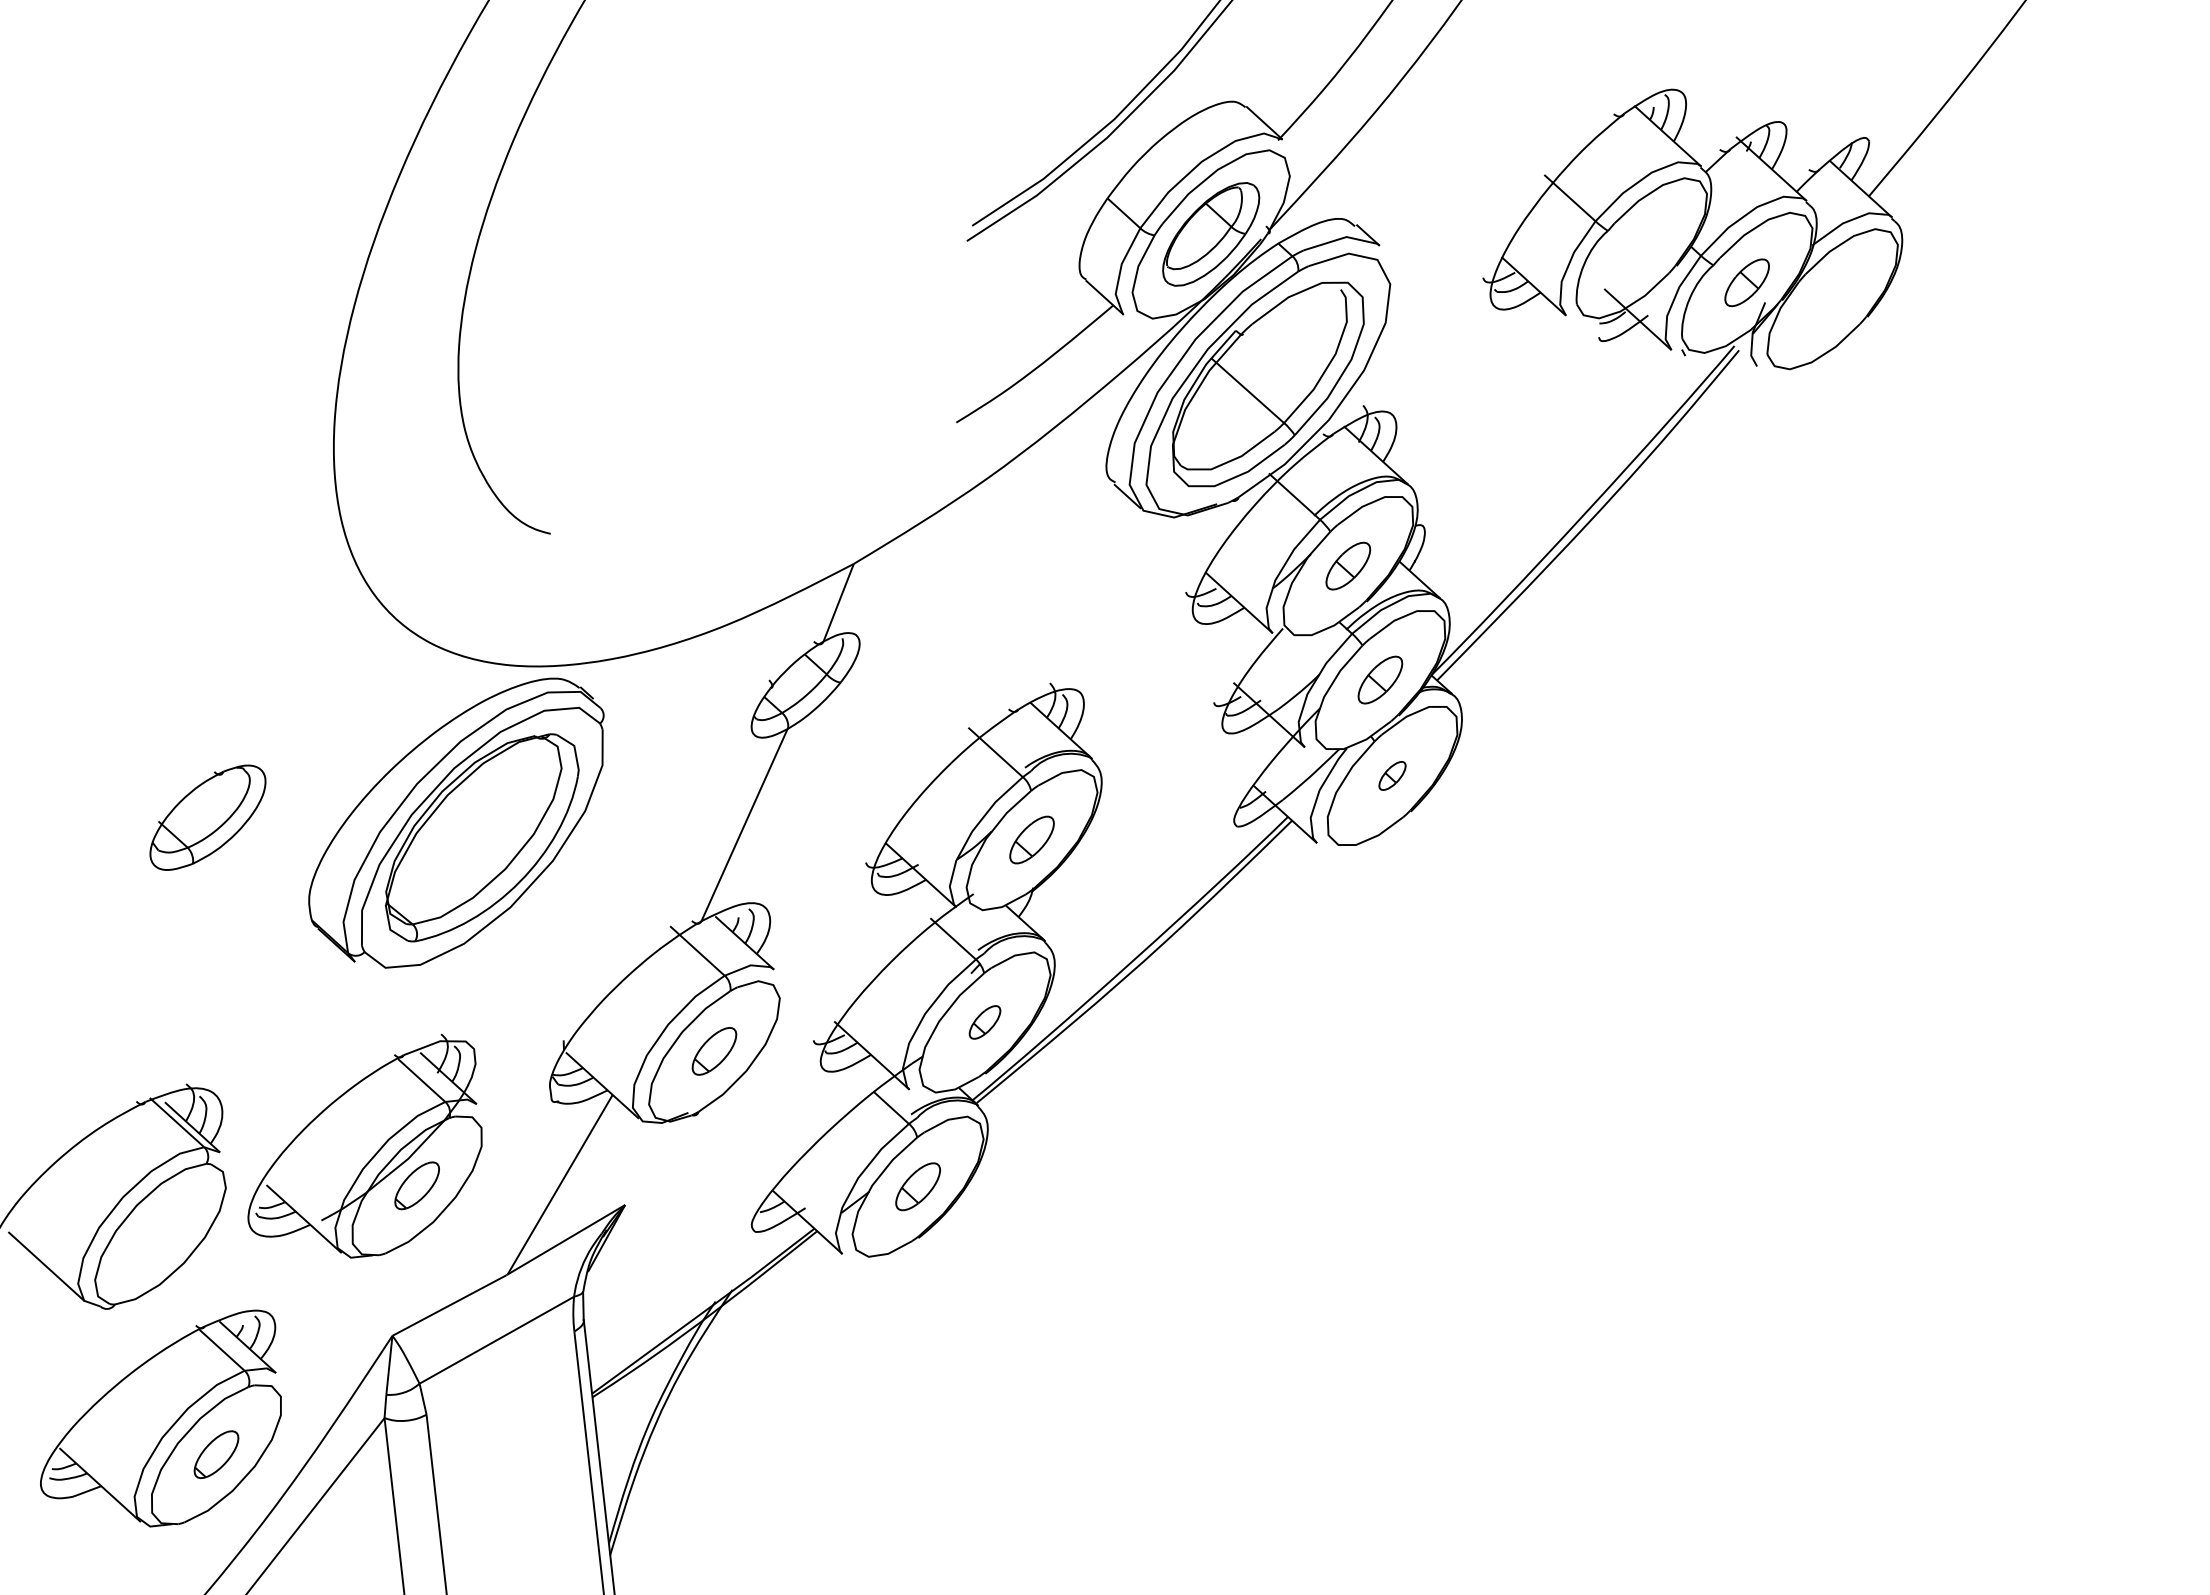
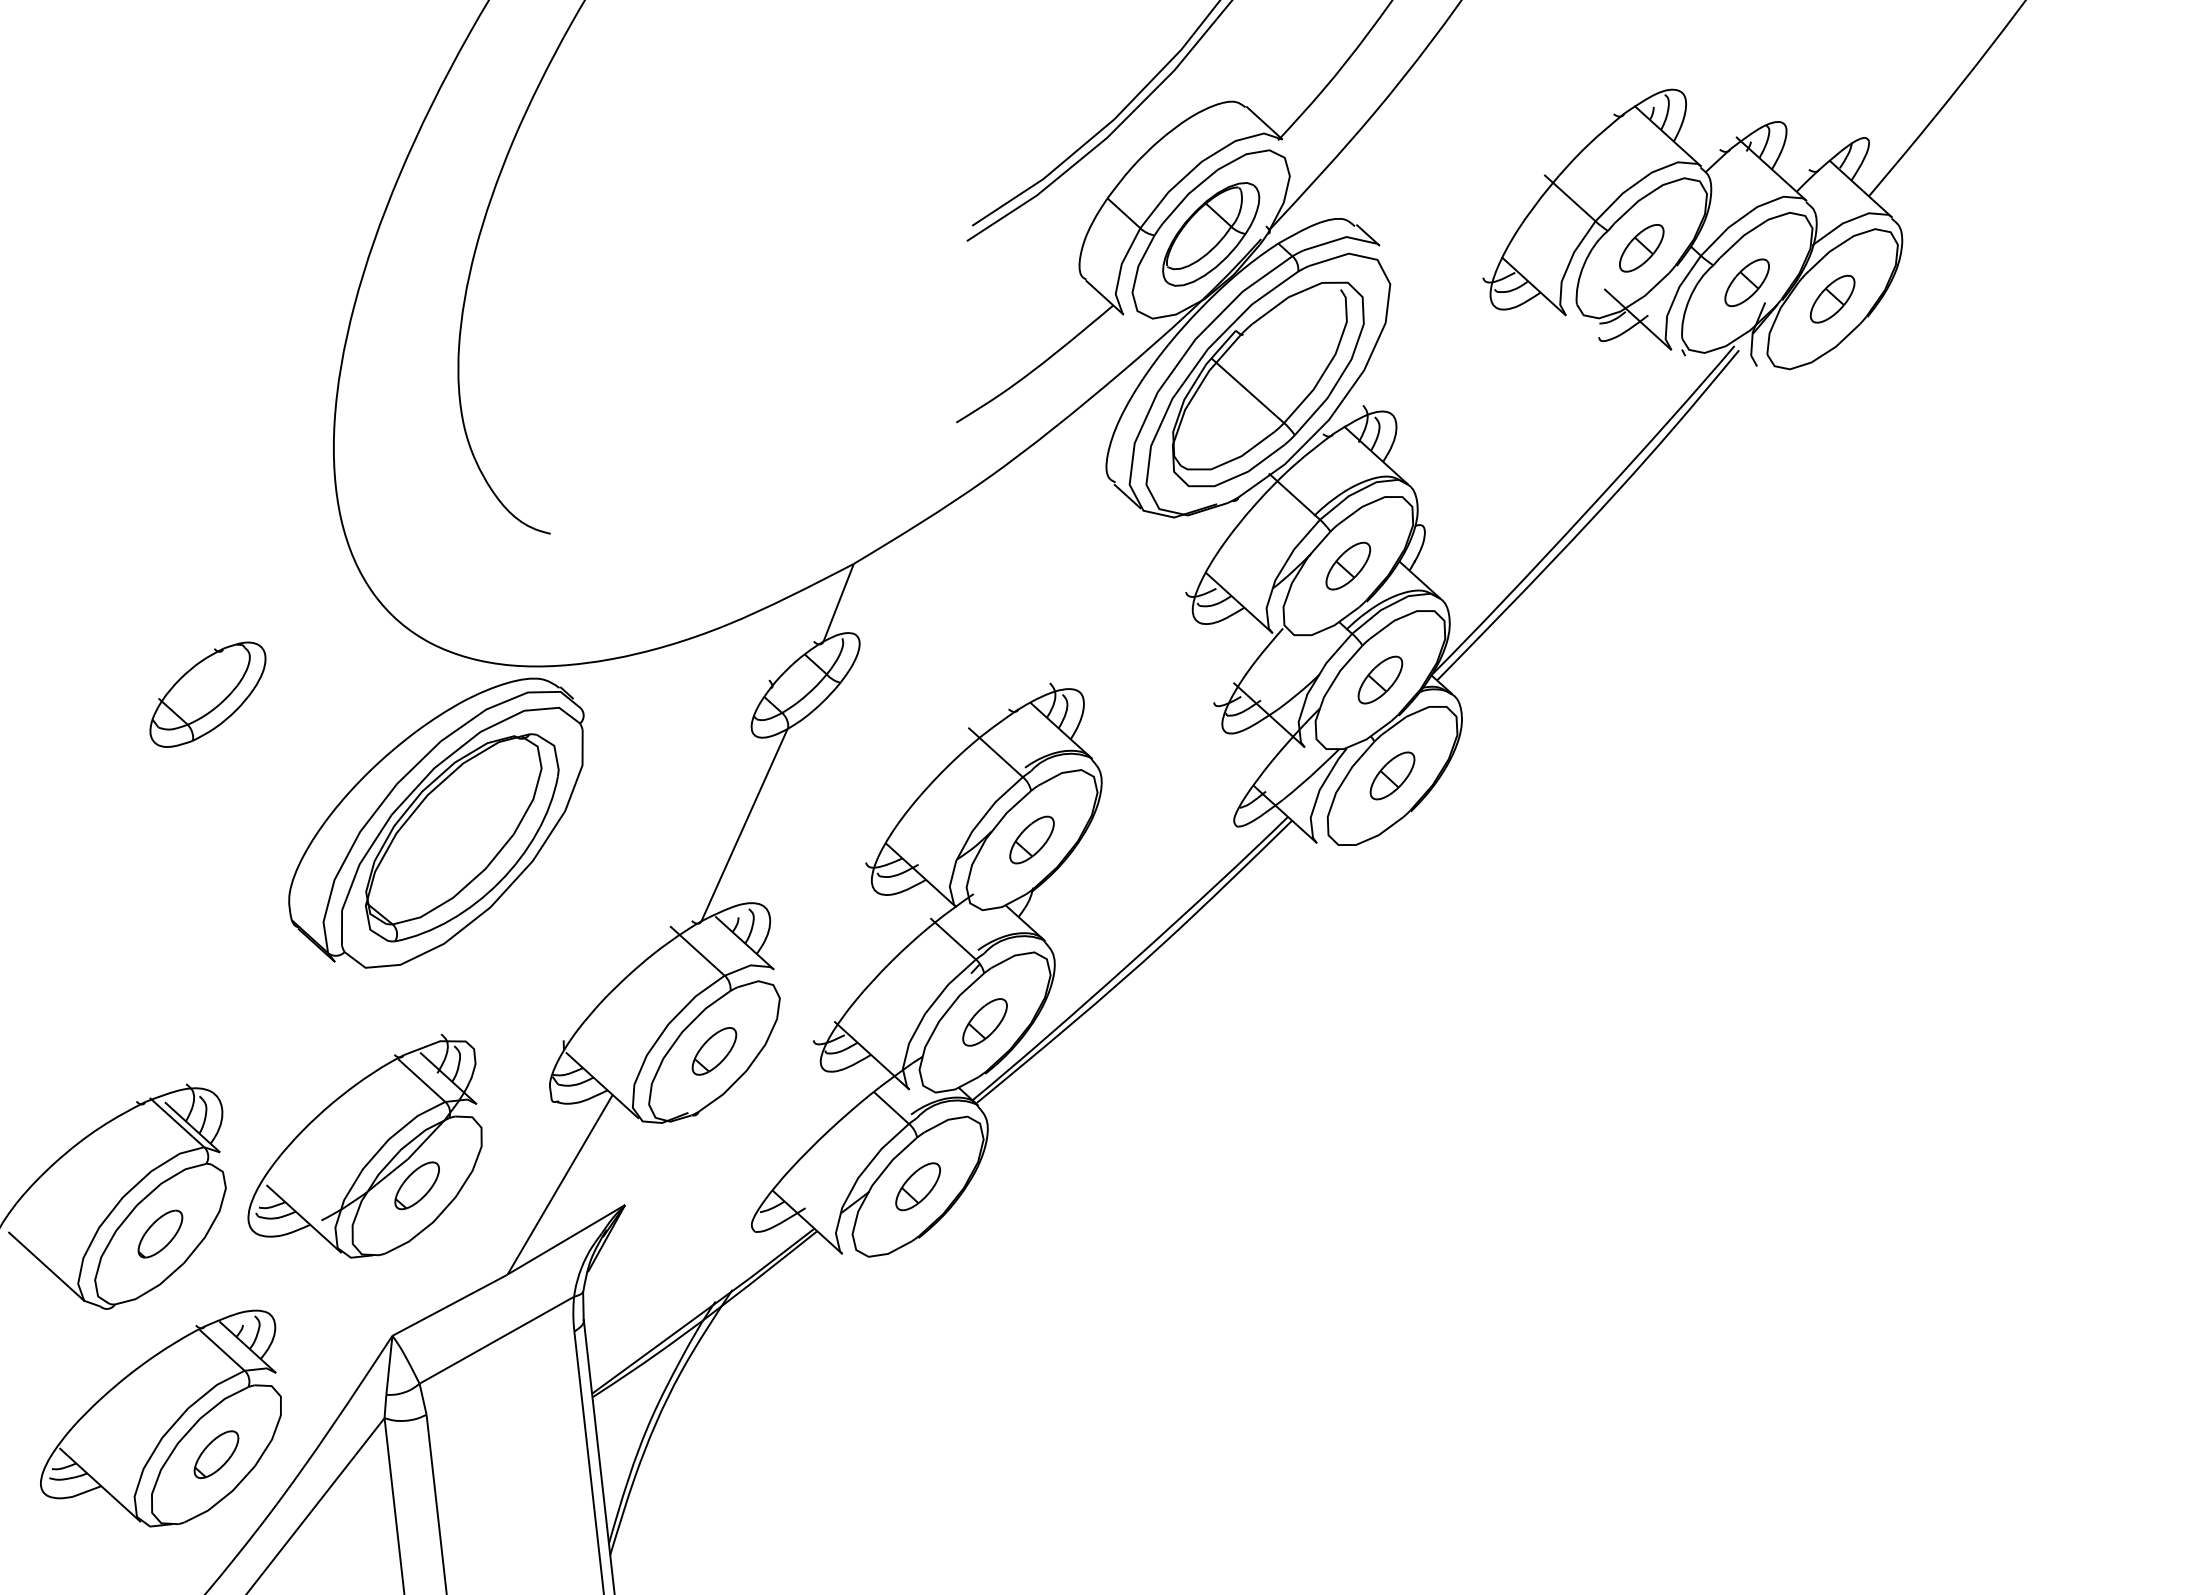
part at (1641, 248): none -> present
part at (1832, 298): none -> present
part at (1392, 775) size: 29x30 px -> 47x50 px
part at (207, 817) position: (207, 817) -> (207, 694)
part at (456, 822) position: (456, 822) -> (436, 822)
part at (984, 1022) size: 34x35 px -> 46x49 px
part at (160, 1233): none -> present
